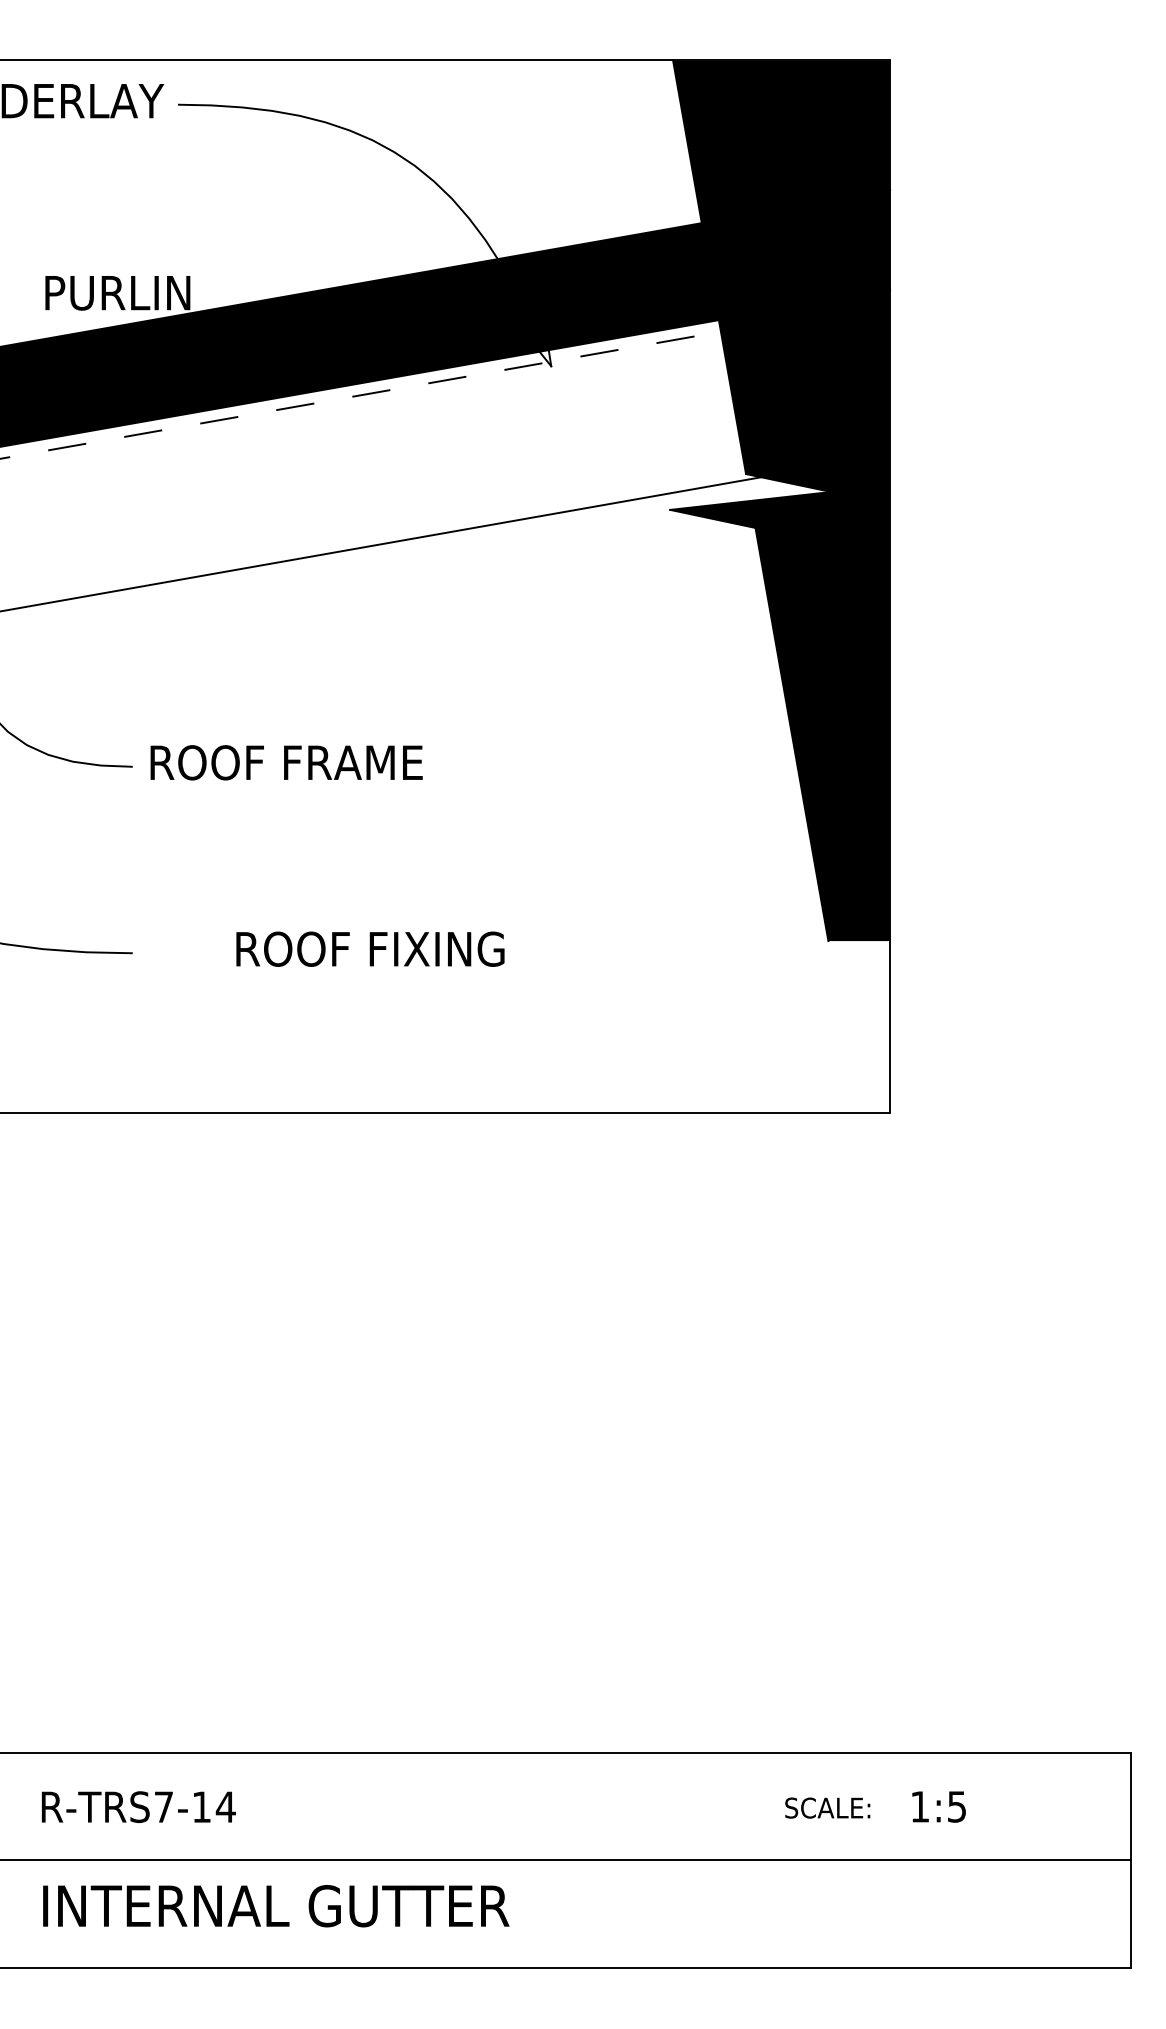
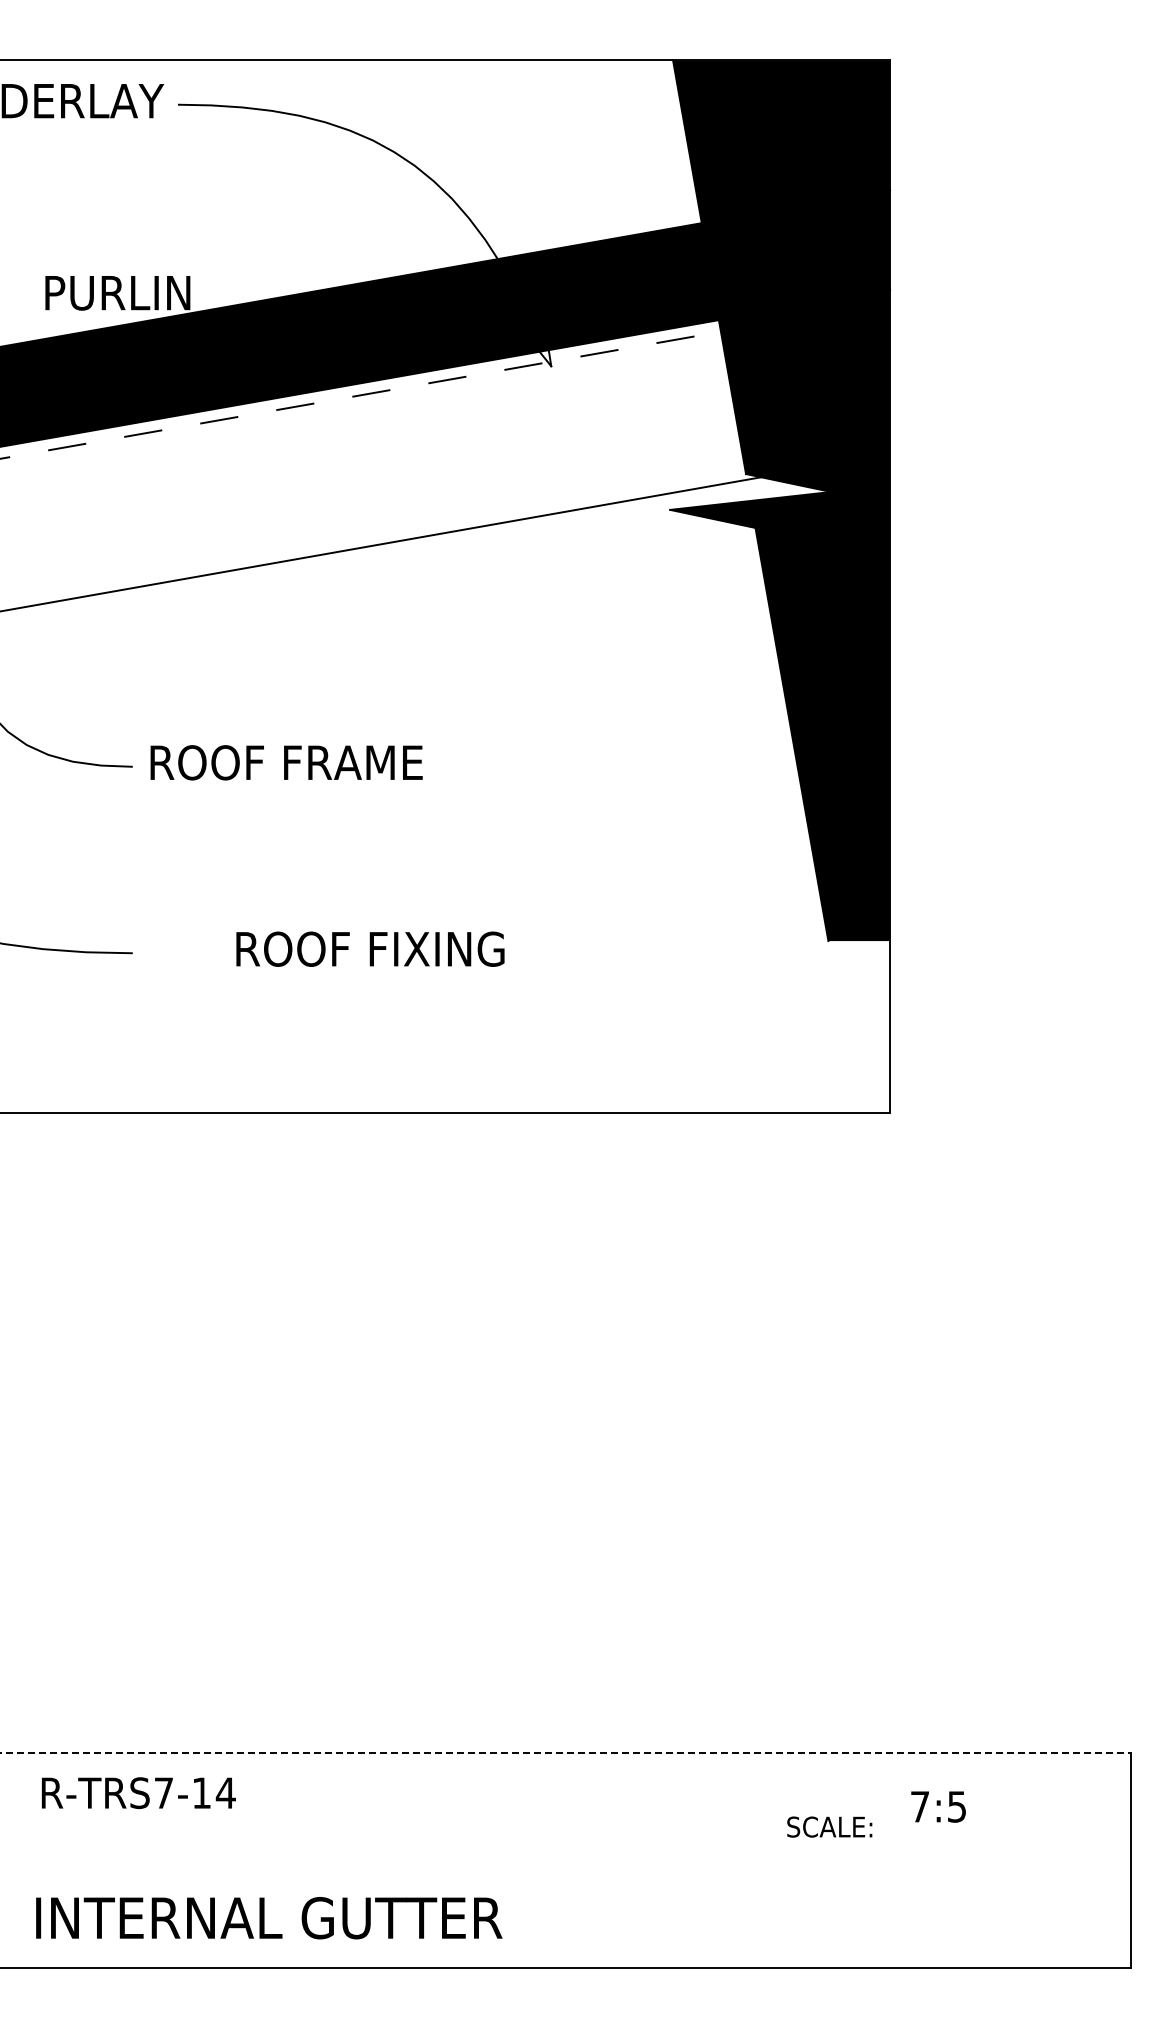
line at (566, 1753): solid -> dashed
text at (919, 1806): 1:5 -> 7:5
text at (138, 1807) position: (138, 1807) -> (138, 1793)
text at (827, 1807) position: (827, 1807) -> (829, 1826)
line at (566, 1860): present -> none
text at (276, 1906) position: (276, 1906) -> (269, 1918)
